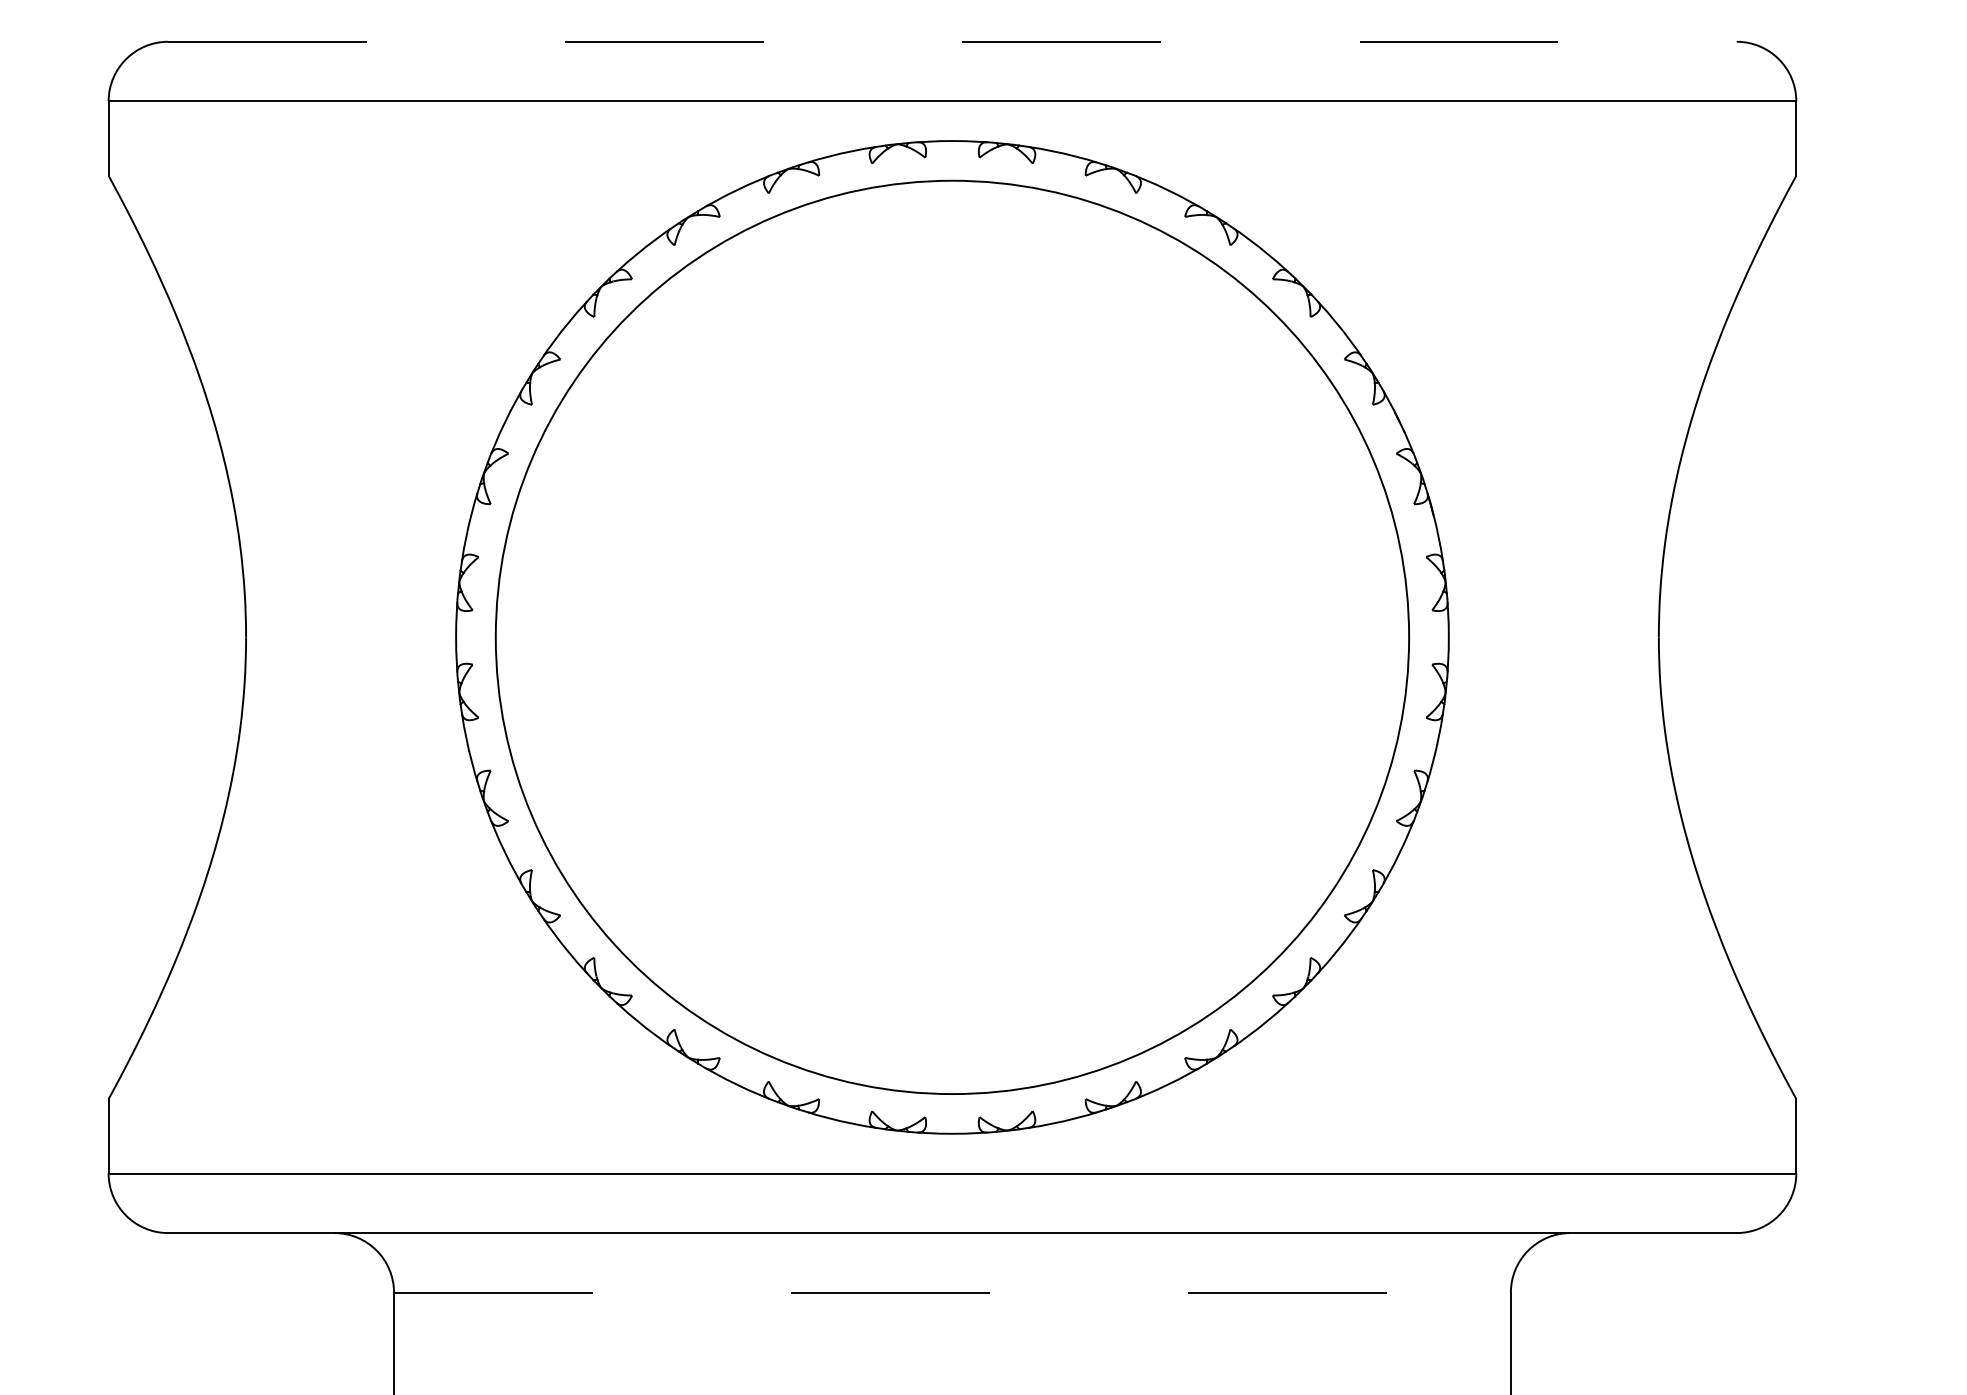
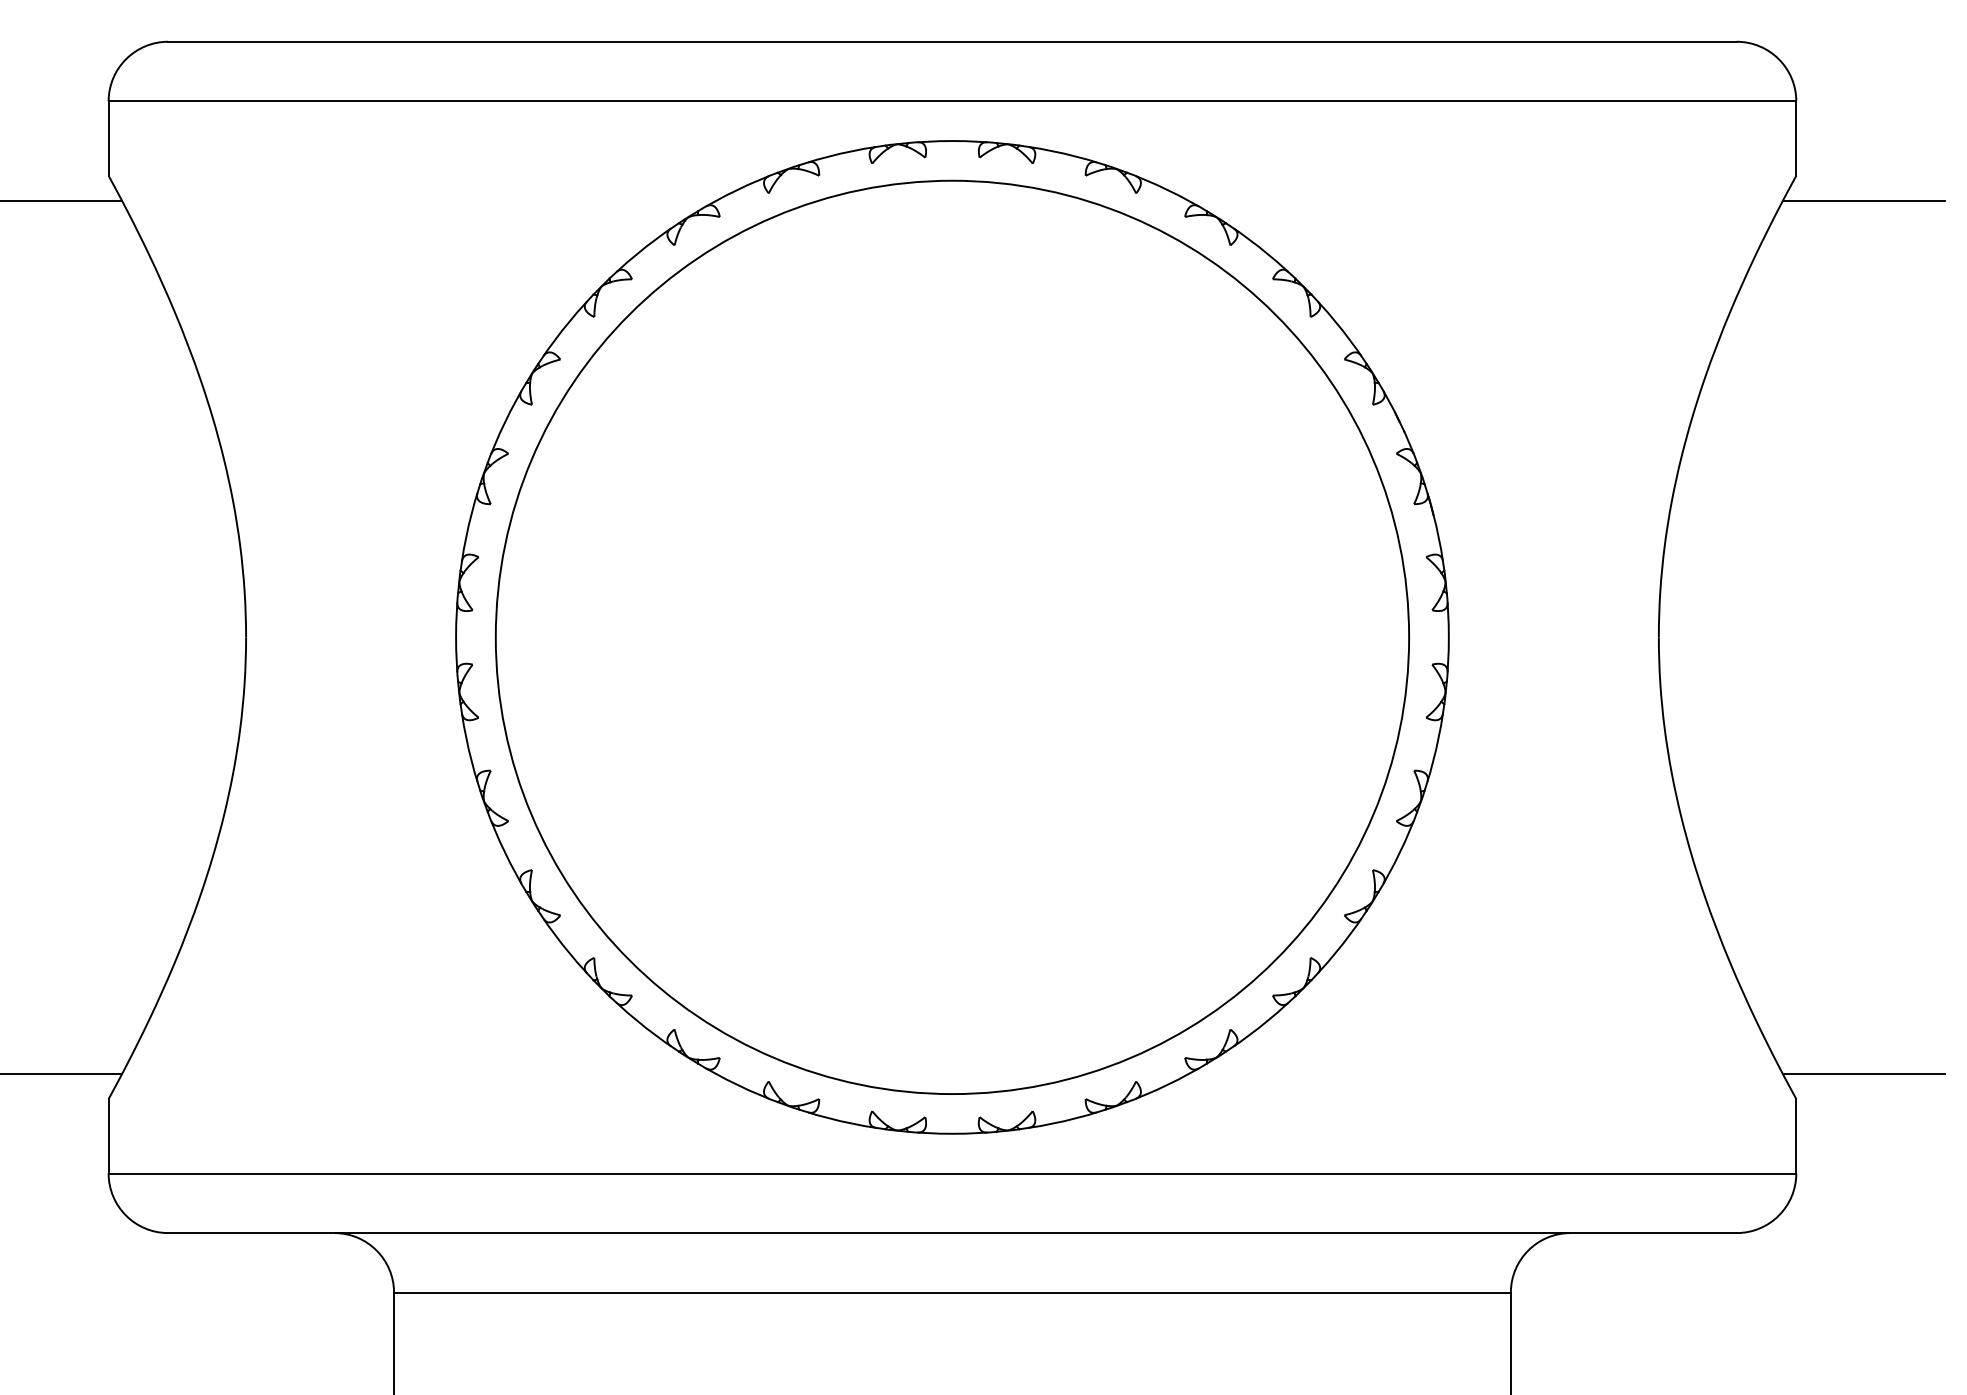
line at (952, 41): dashed -> solid
line at (61, 200): none -> present
line at (1863, 200): none -> present
line at (61, 1074): none -> present
line at (1863, 1074): none -> present
line at (952, 1292): dashed -> solid
